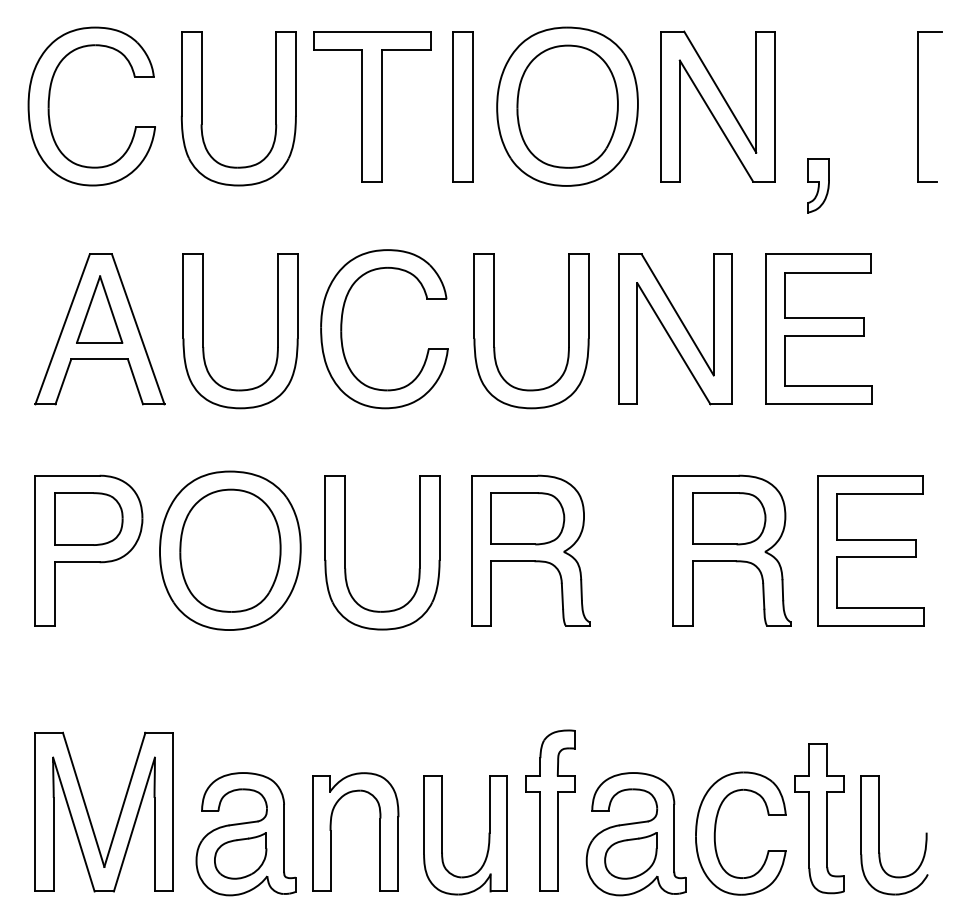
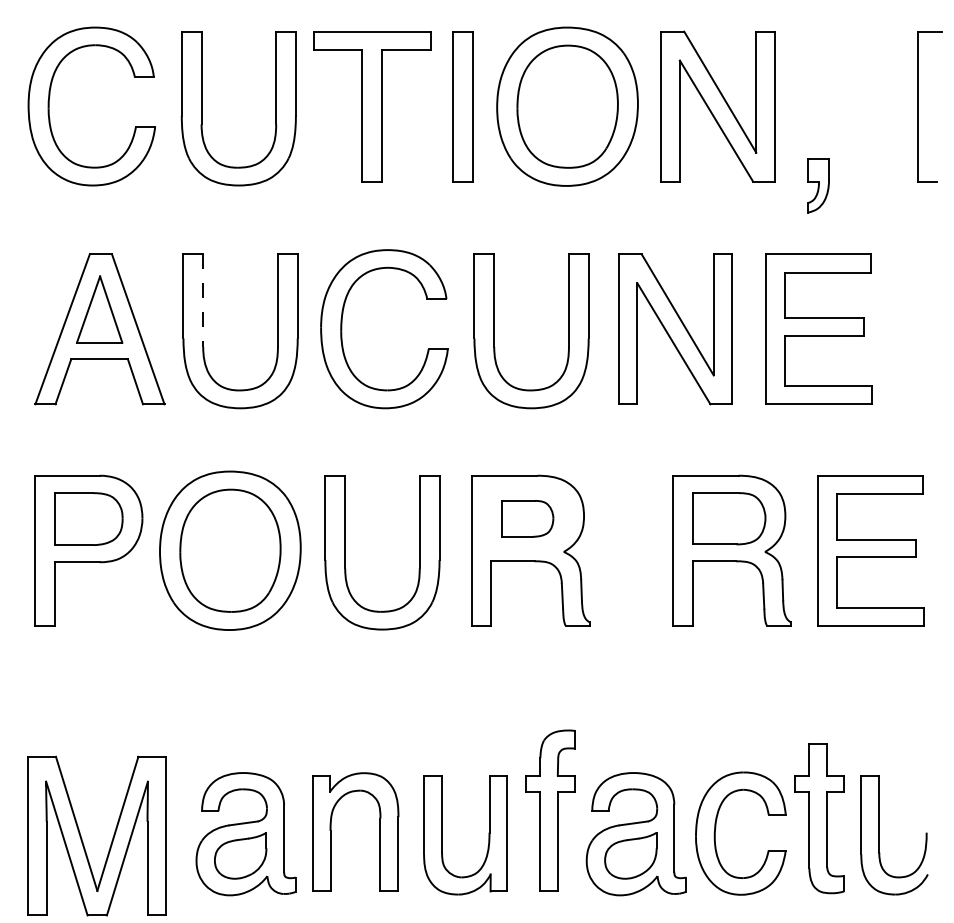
line at (203, 301): solid -> dashed
part at (527, 518) size: 76x54 px -> 54x38 px
part at (89, 814) position: (89, 814) -> (82, 838)
